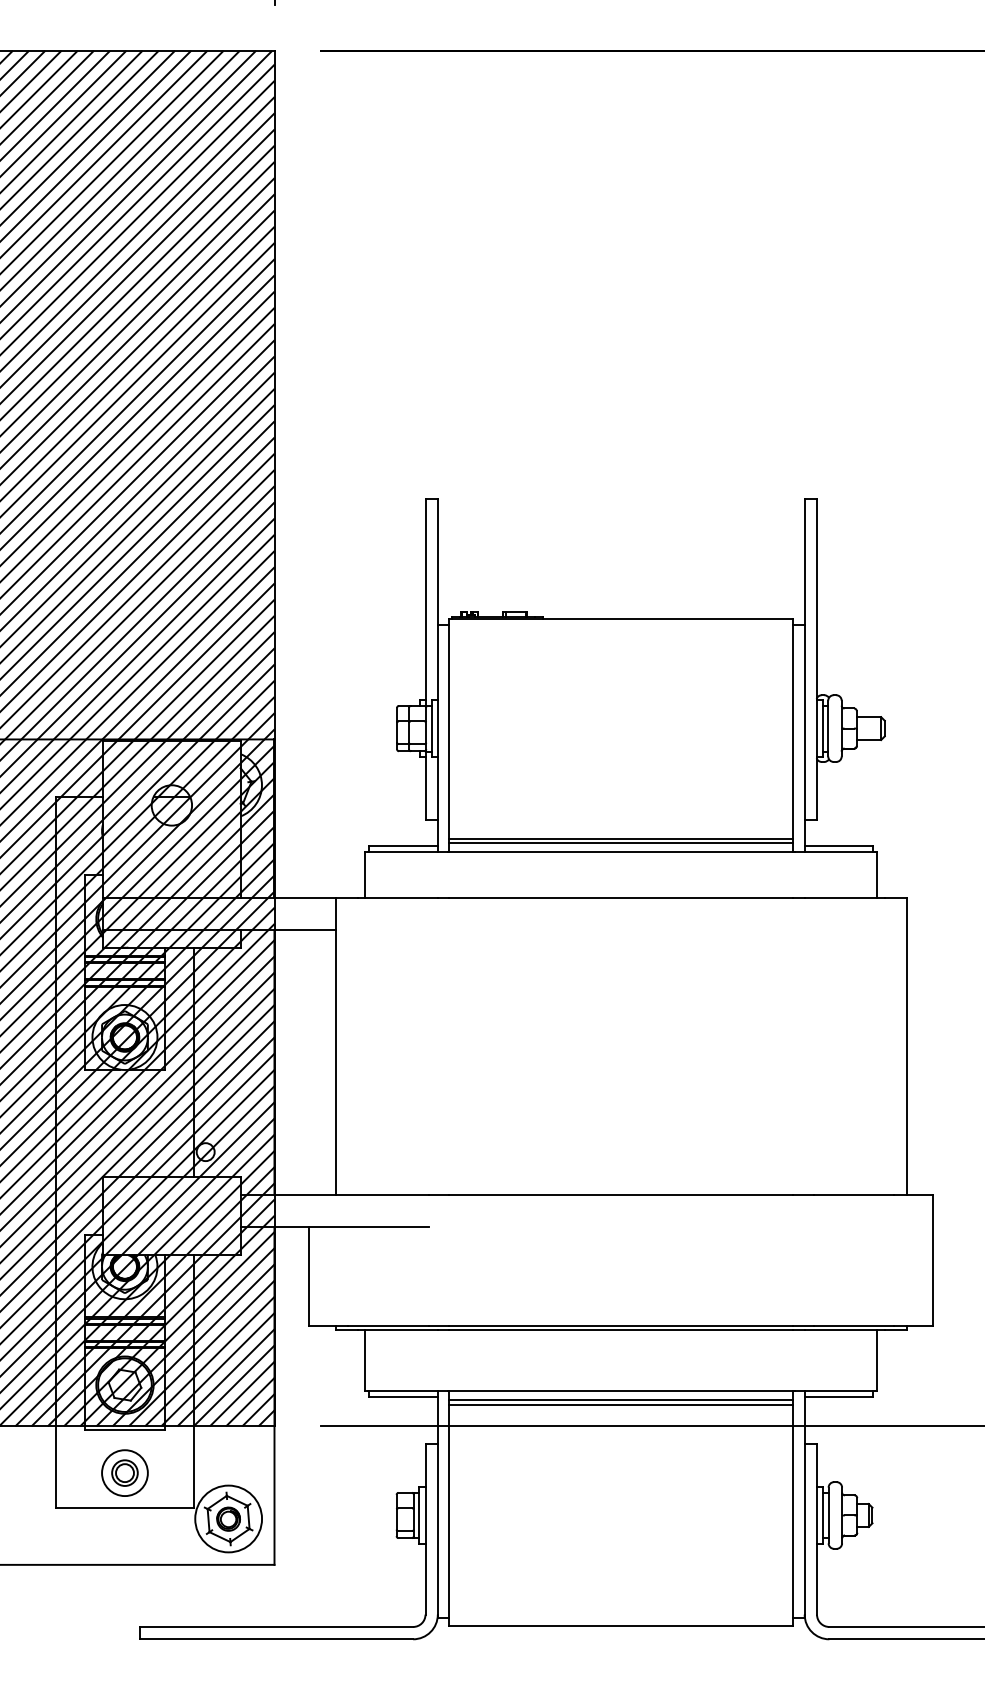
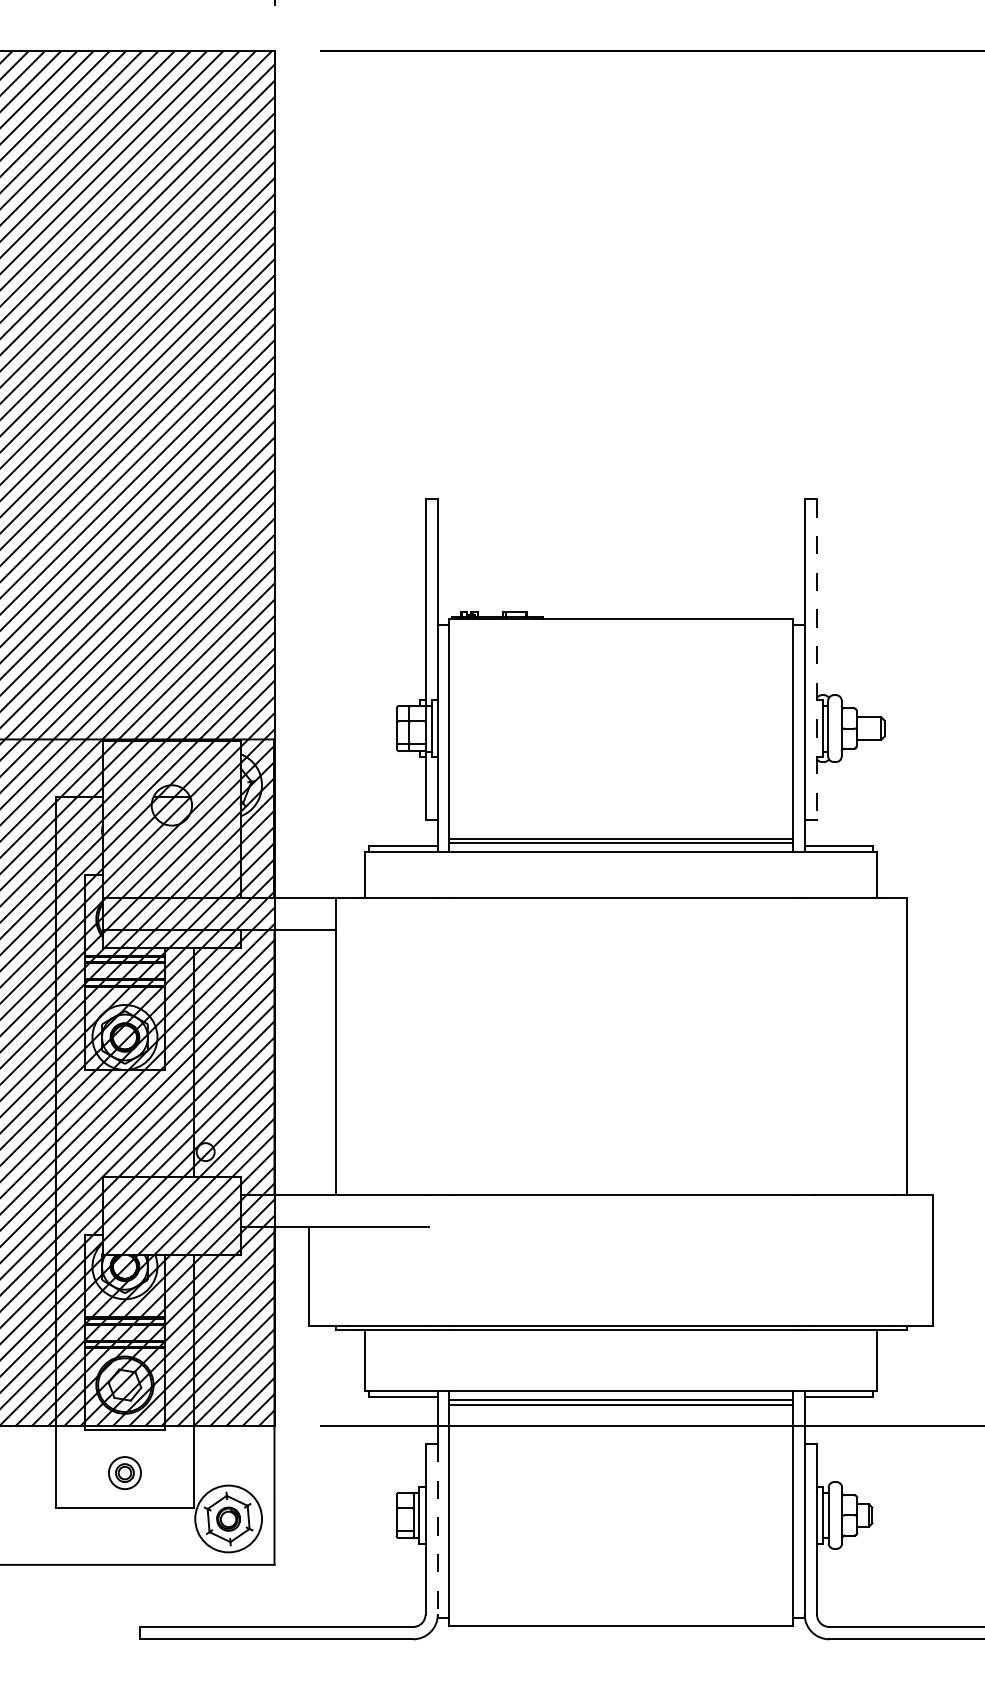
line at (816, 660): solid -> dashed
part at (124, 1472) size: 48x48 px -> 34x34 px
line at (437, 1529): solid -> dashed
